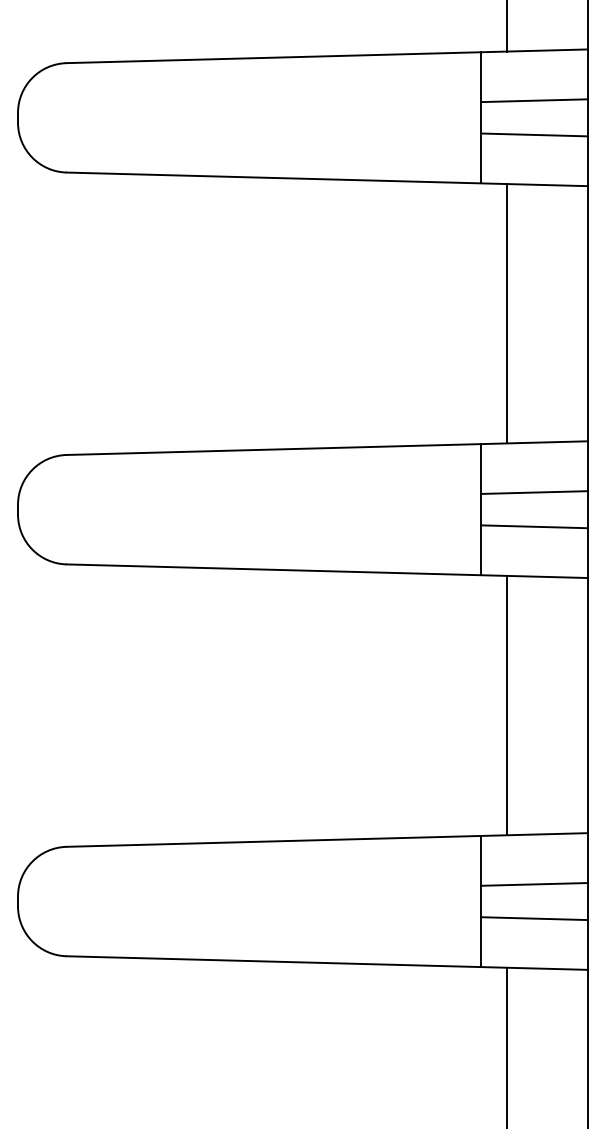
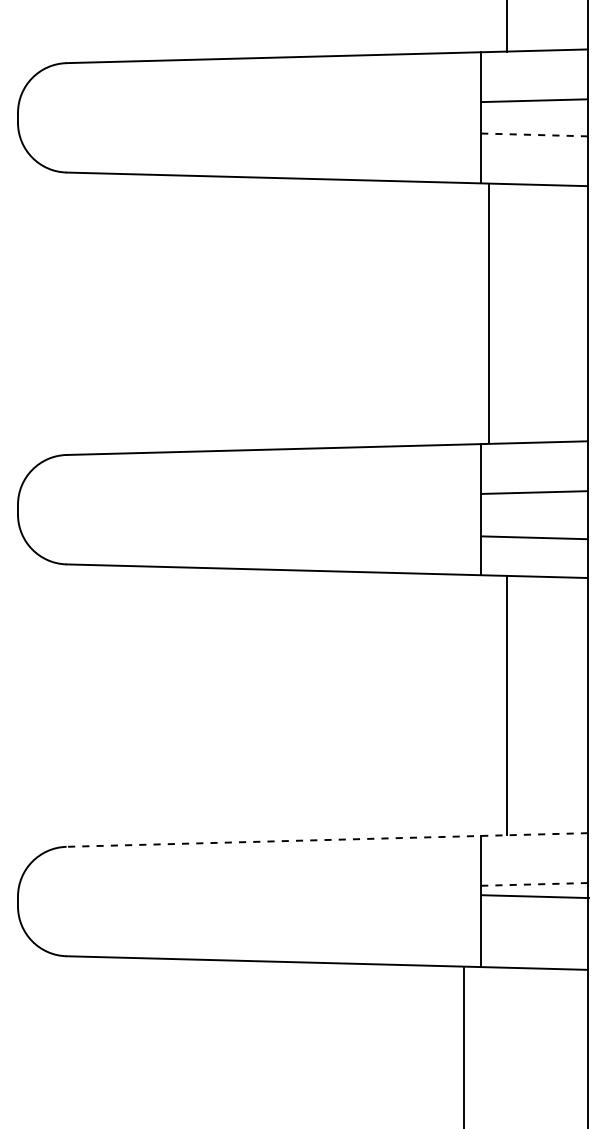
line at (534, 134): solid -> dashed
line at (506, 313) position: (506, 313) -> (488, 313)
line at (534, 526) position: (534, 526) -> (534, 537)
line at (327, 839): solid -> dashed
line at (534, 884): solid -> dashed
line at (534, 918) position: (534, 918) -> (535, 896)
line at (506, 1046) position: (506, 1046) -> (463, 1046)
